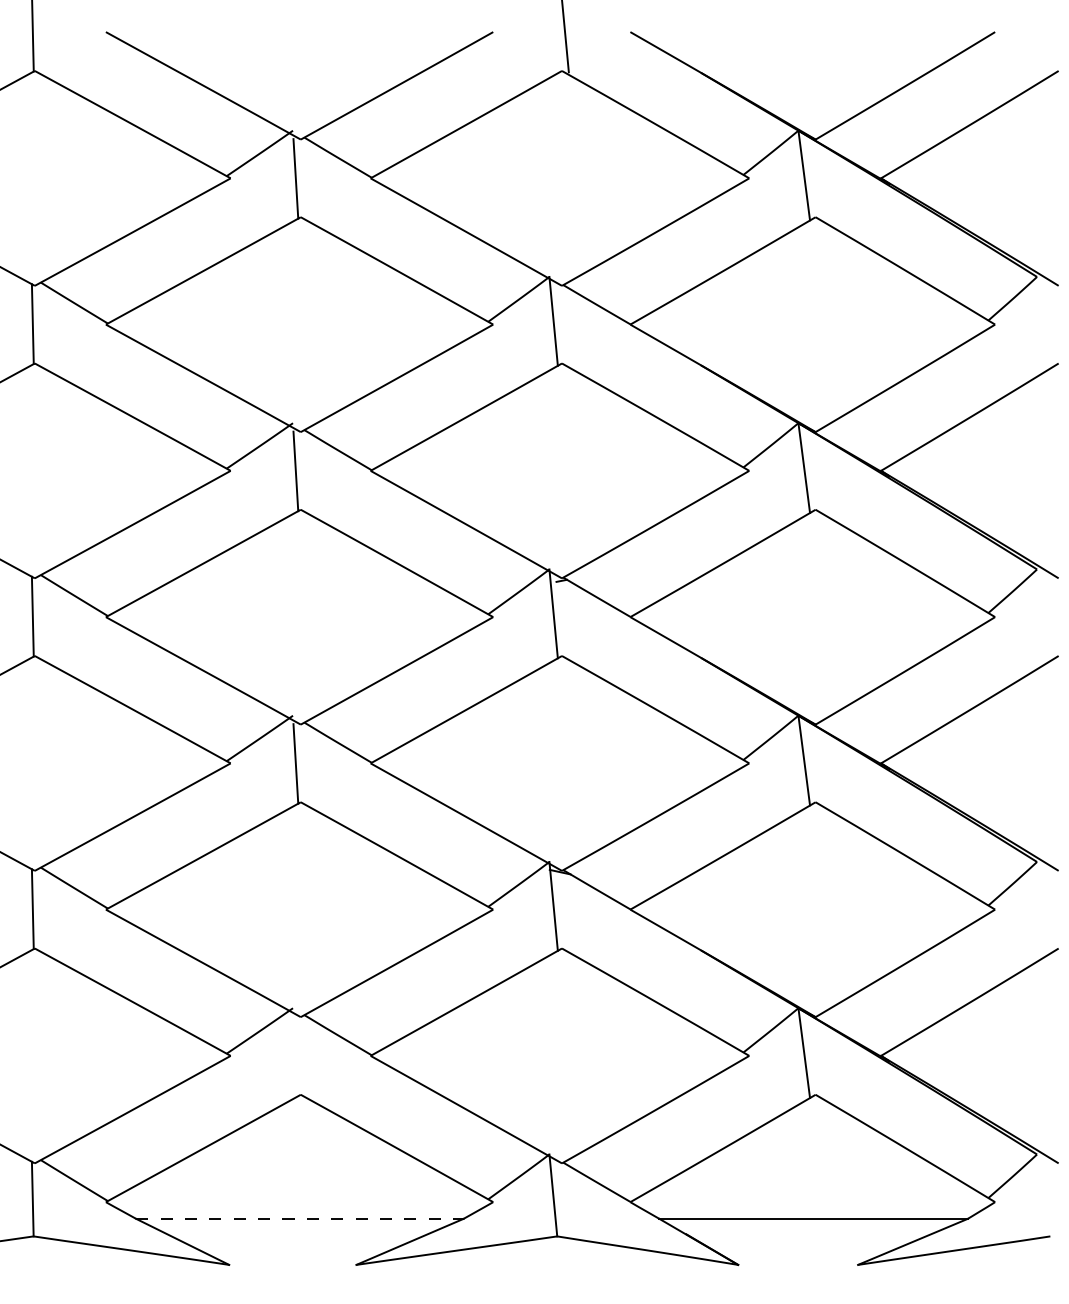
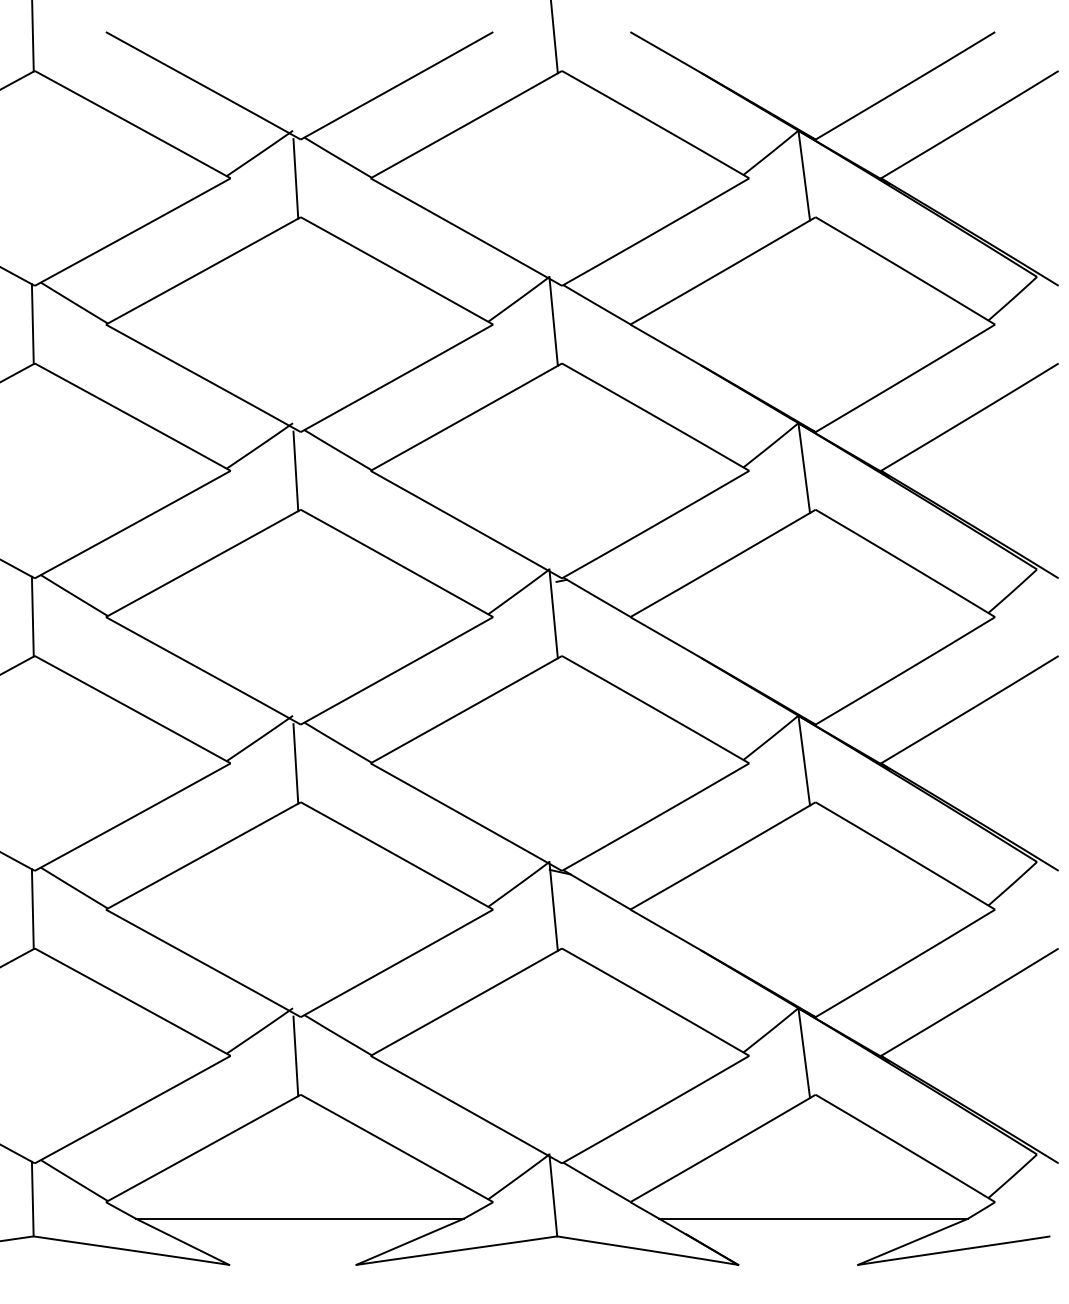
line at (565, 37) position: (565, 37) -> (554, 37)
line at (295, 1056): none -> present
line at (299, 1218): dashed -> solid
